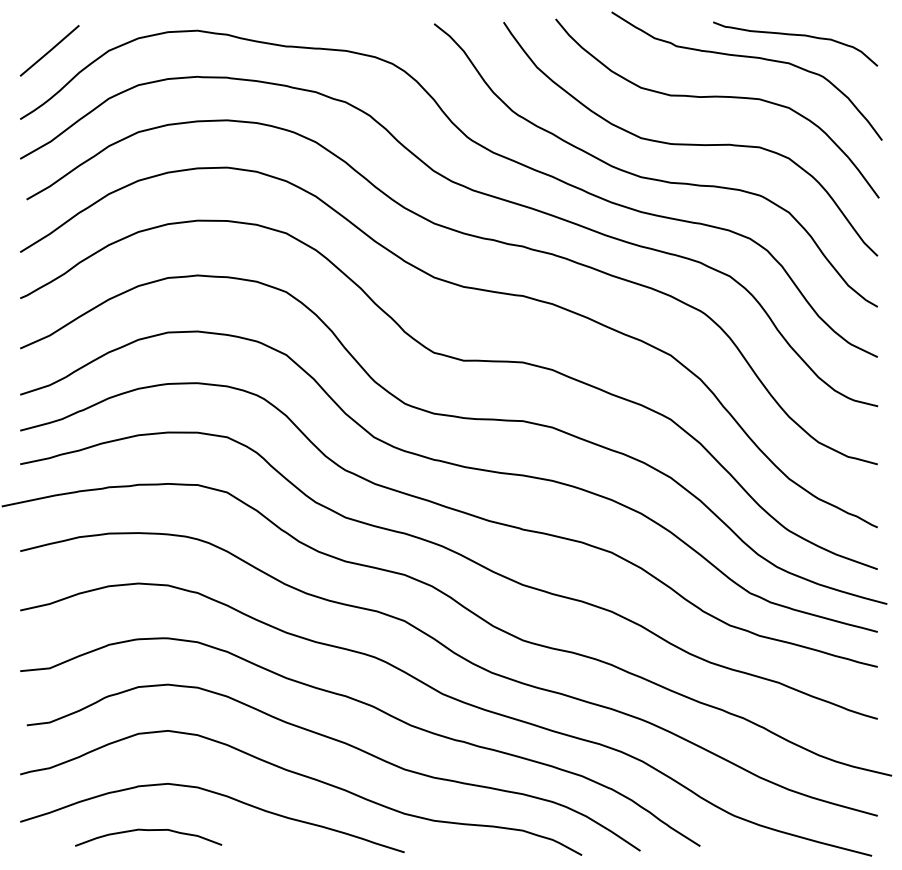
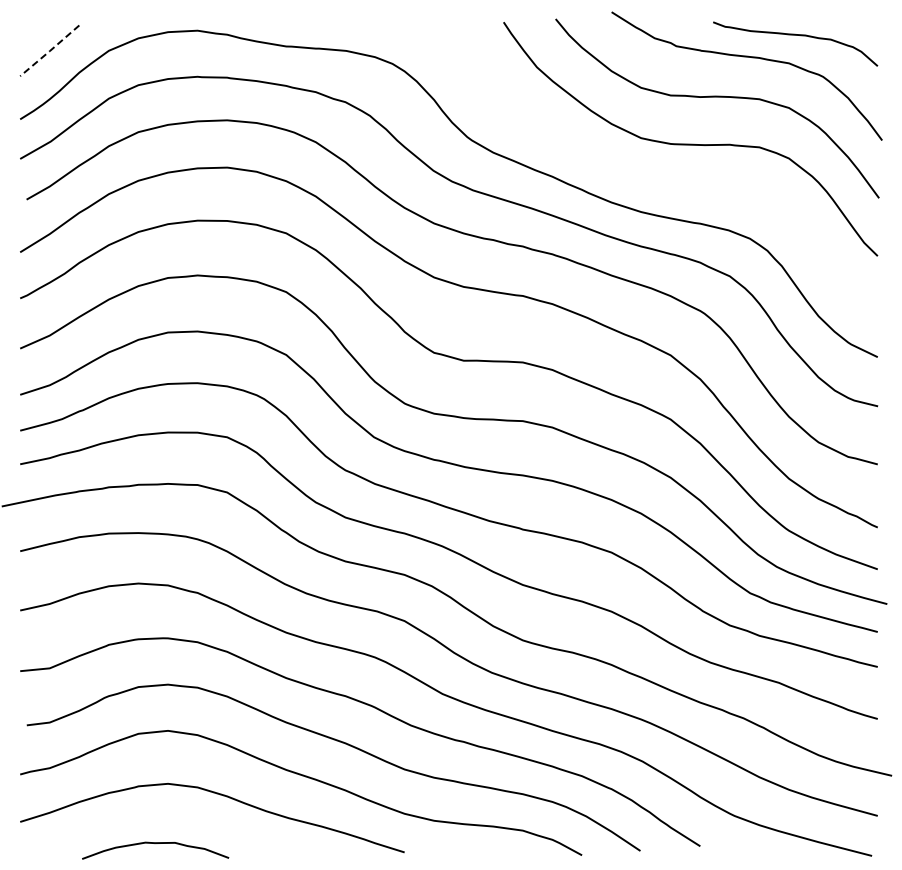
line at (49, 51): solid -> dashed
curve at (655, 178): present -> none
curve at (148, 830) position: (148, 830) -> (155, 843)
